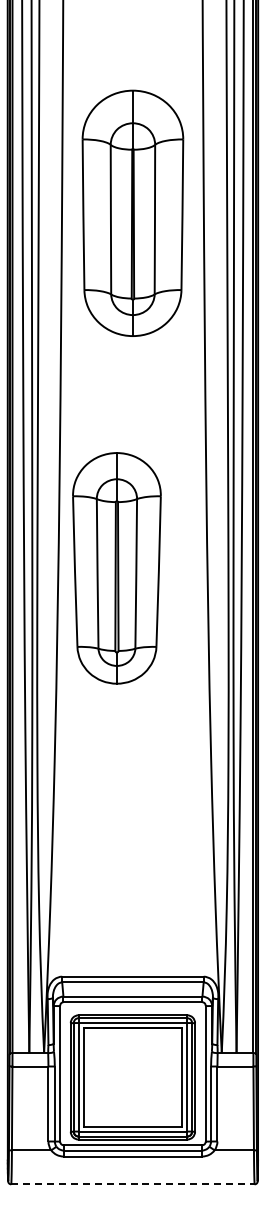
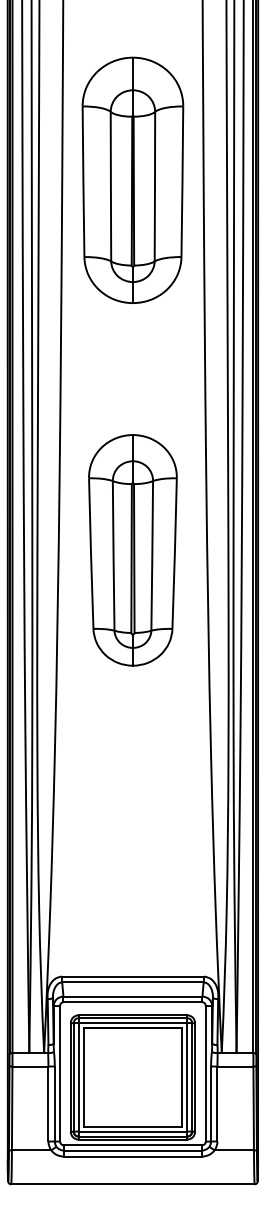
part at (132, 212) position: (132, 212) -> (132, 179)
part at (116, 568) position: (116, 568) -> (132, 550)
line at (132, 1184): dashed -> solid
